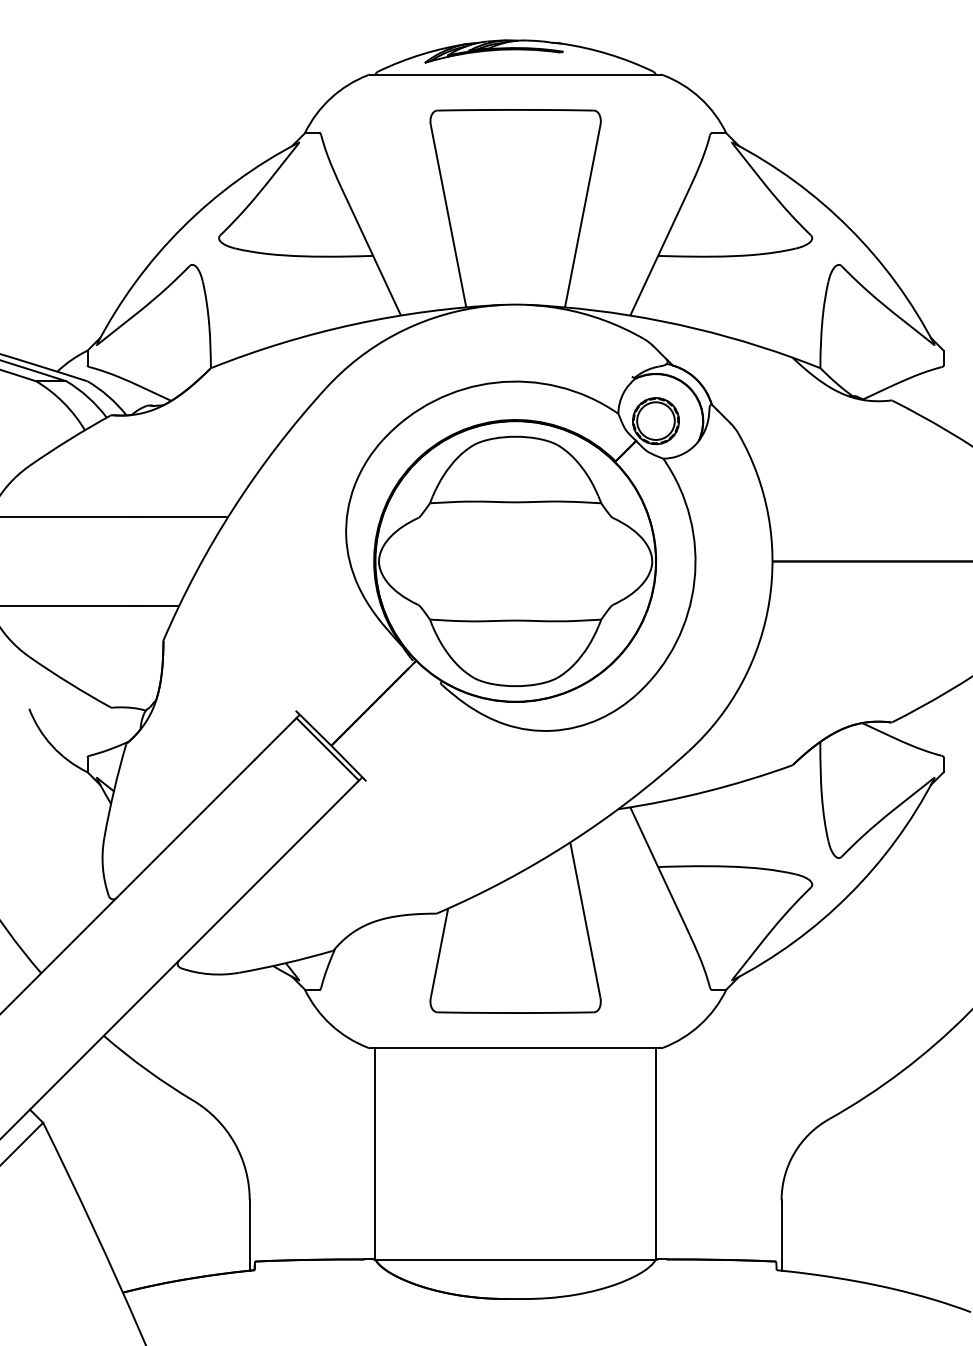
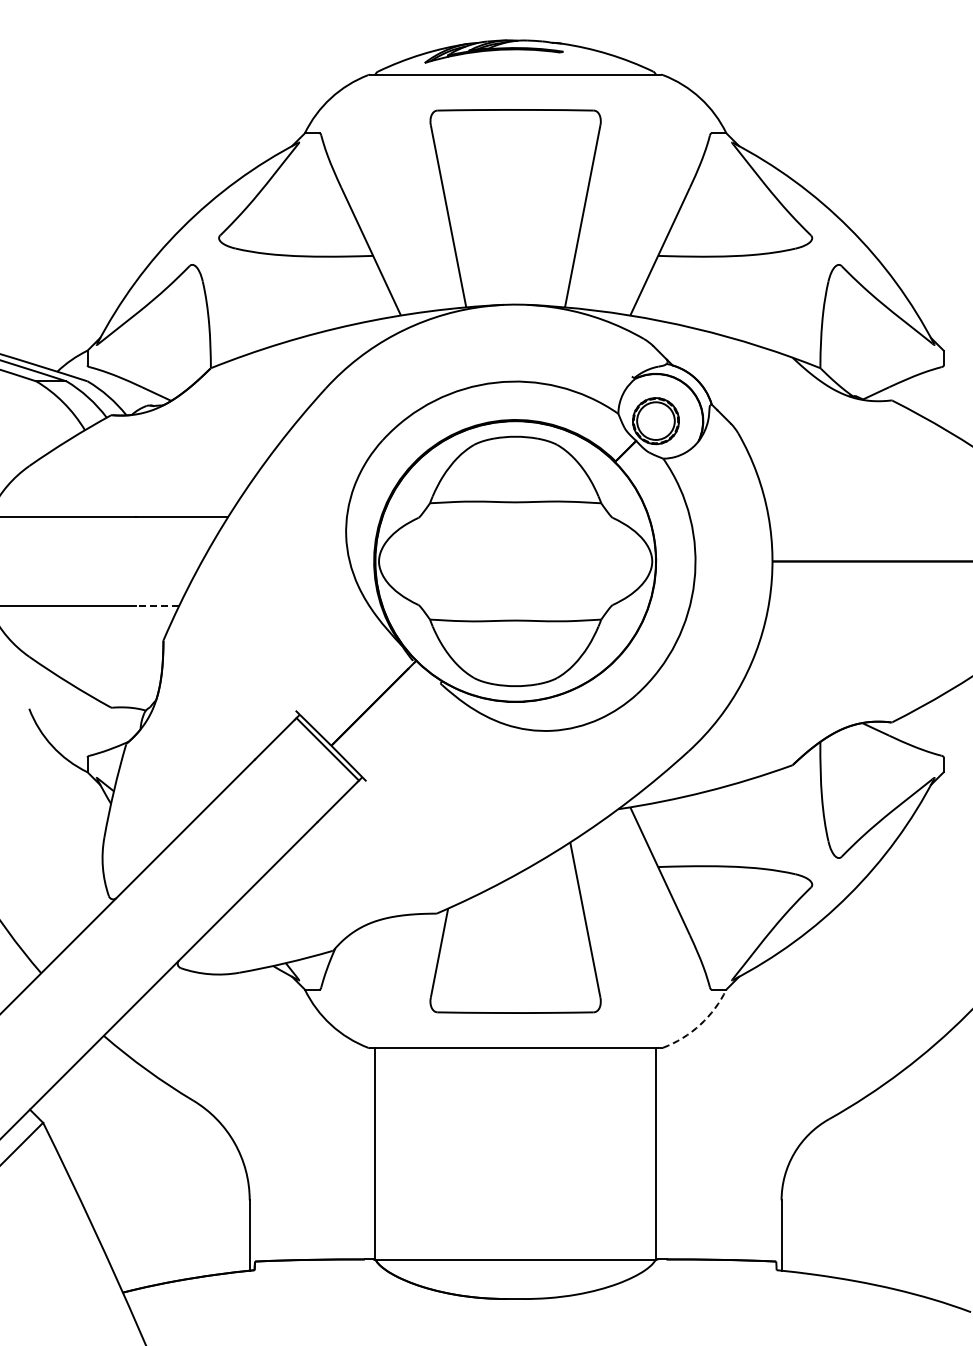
line at (157, 605): solid -> dashed
arc at (700, 1024): solid -> dashed
